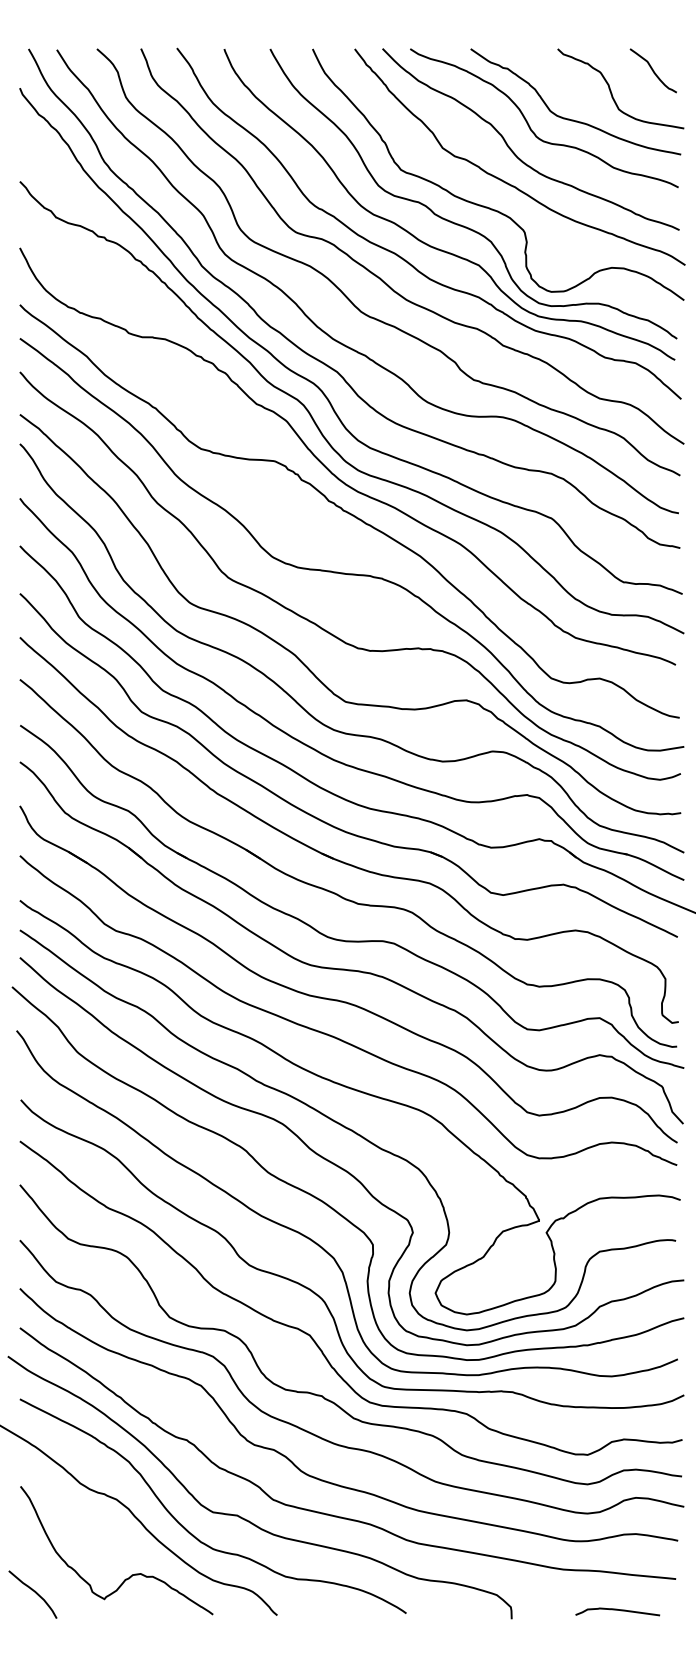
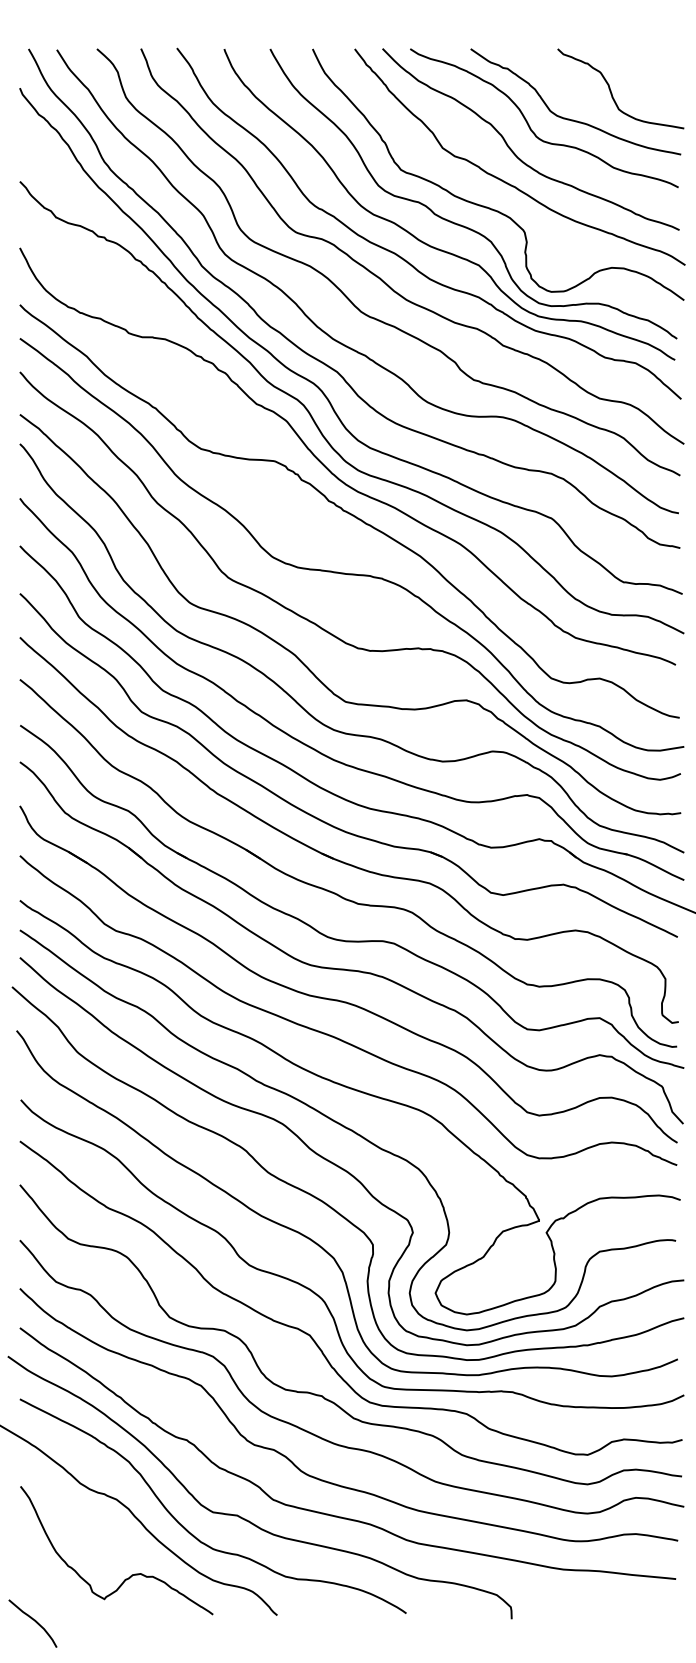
curve at (652, 70): present -> none
curve at (34, 1592) position: (34, 1592) -> (34, 1621)
curve at (617, 1610): present -> none
